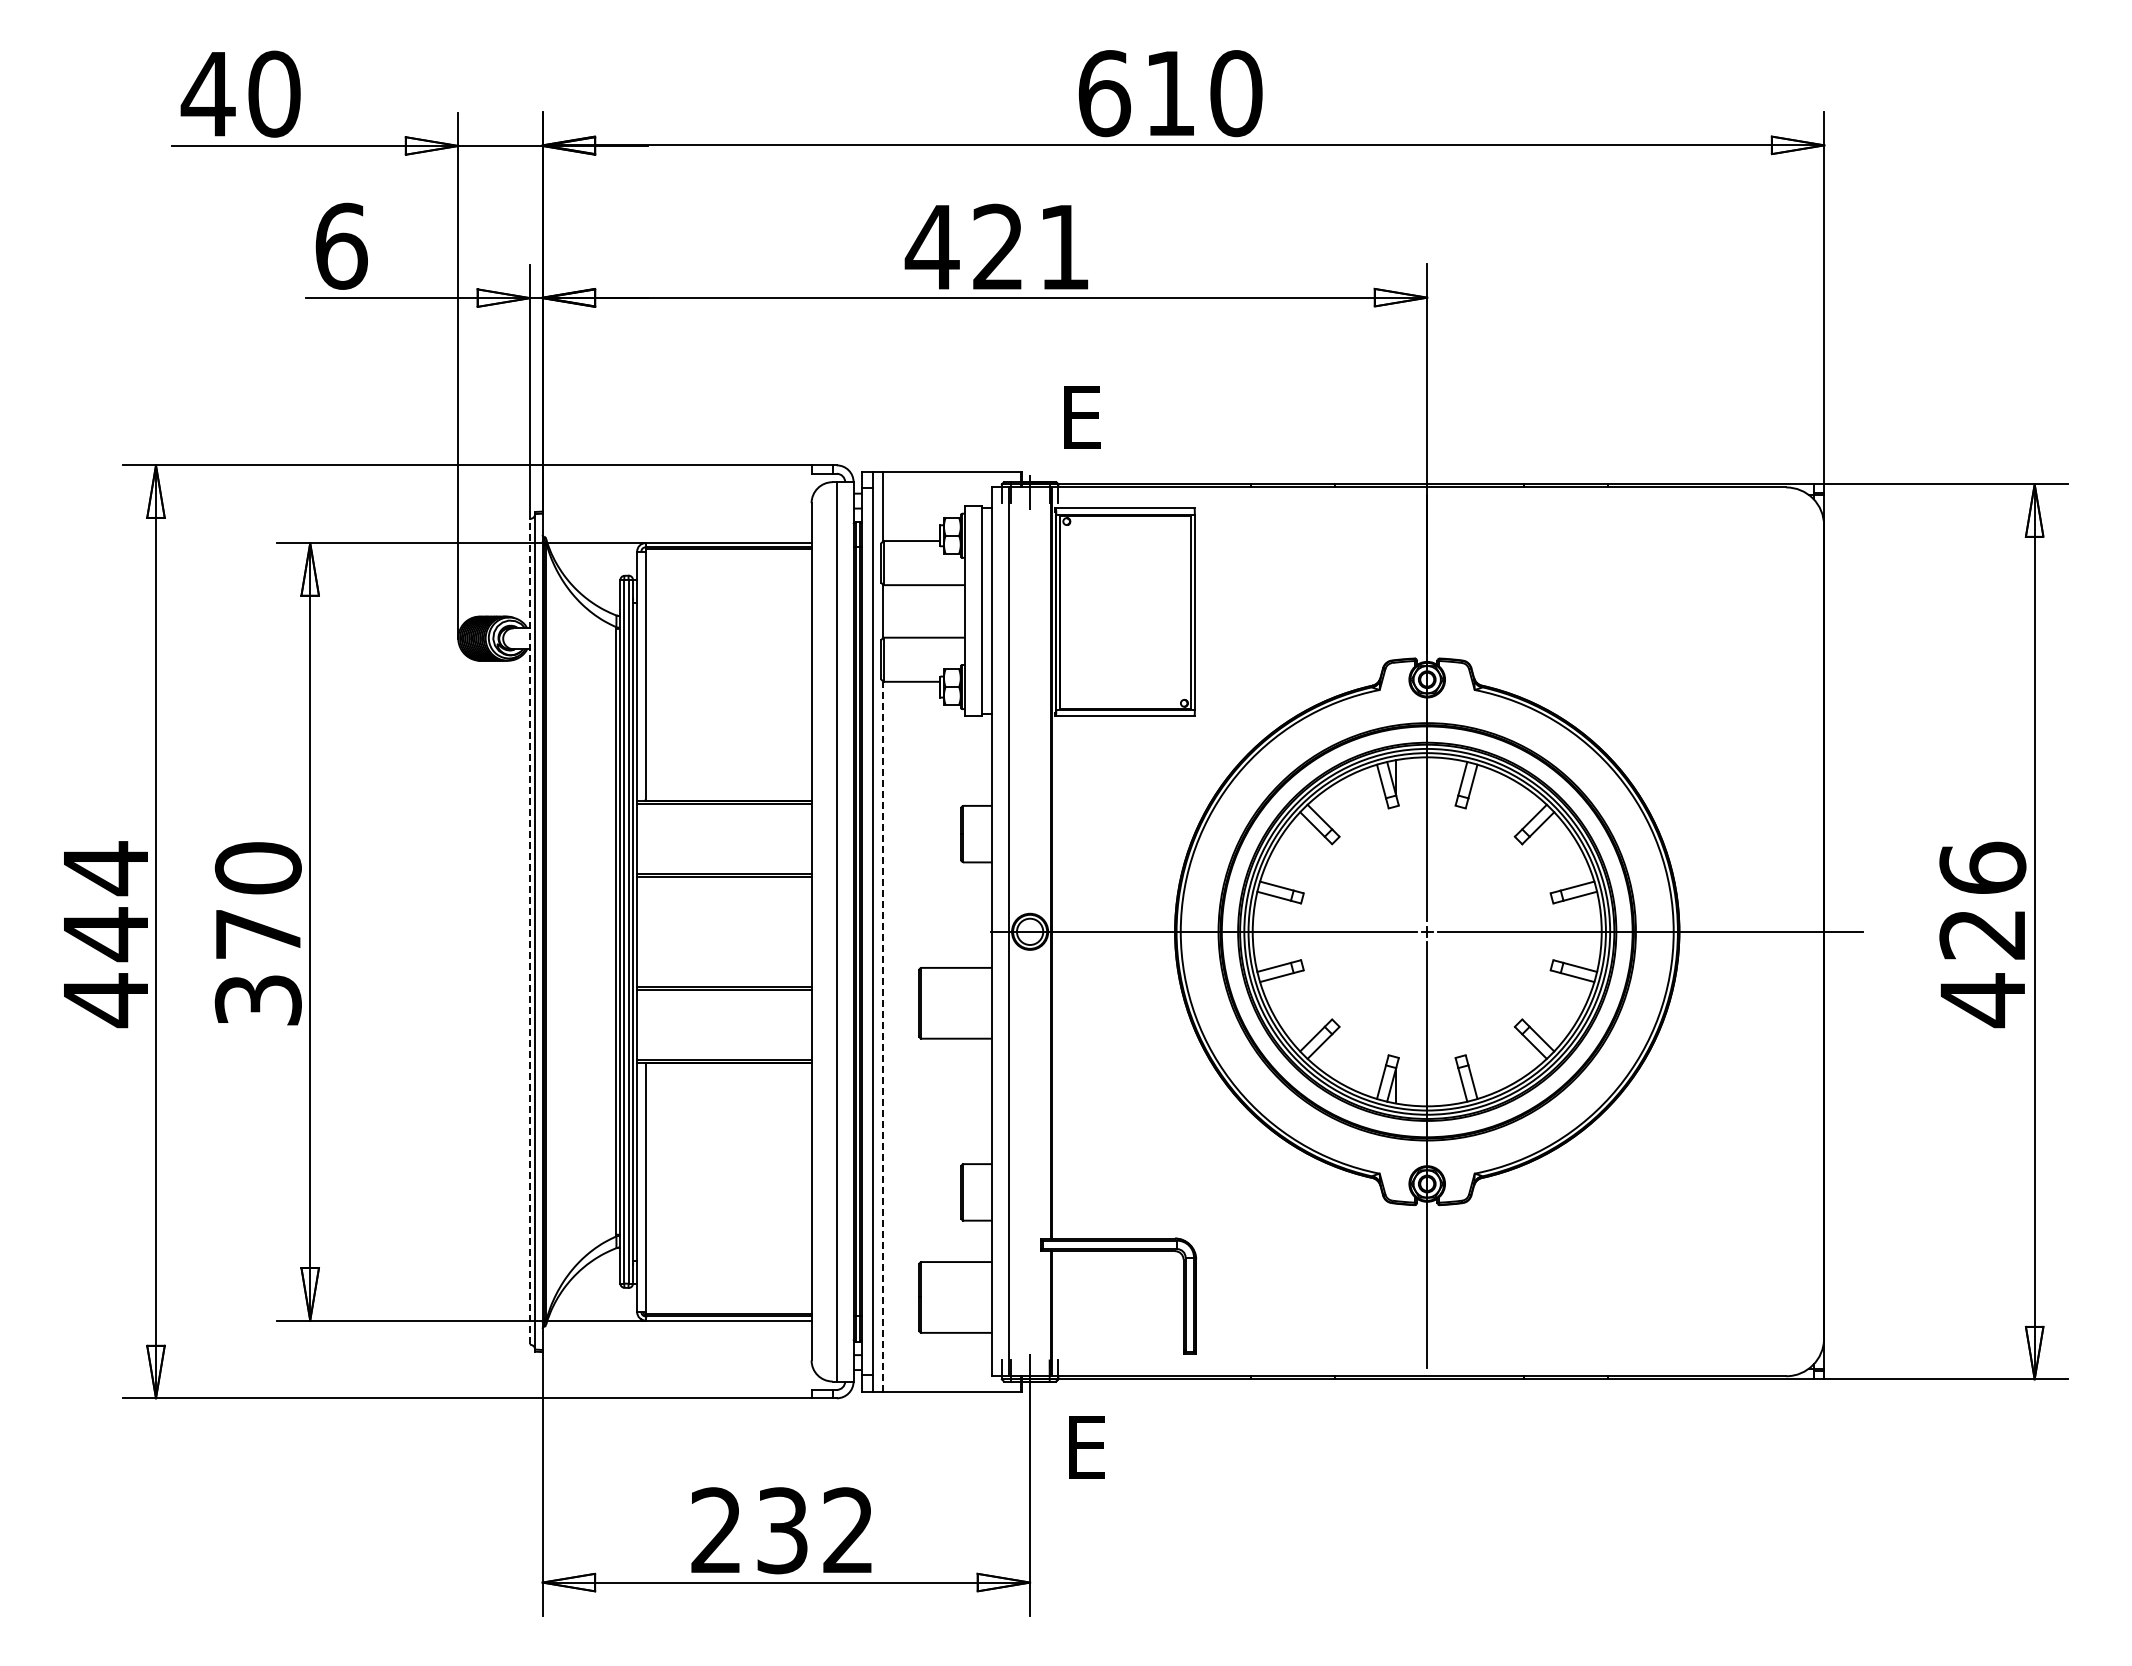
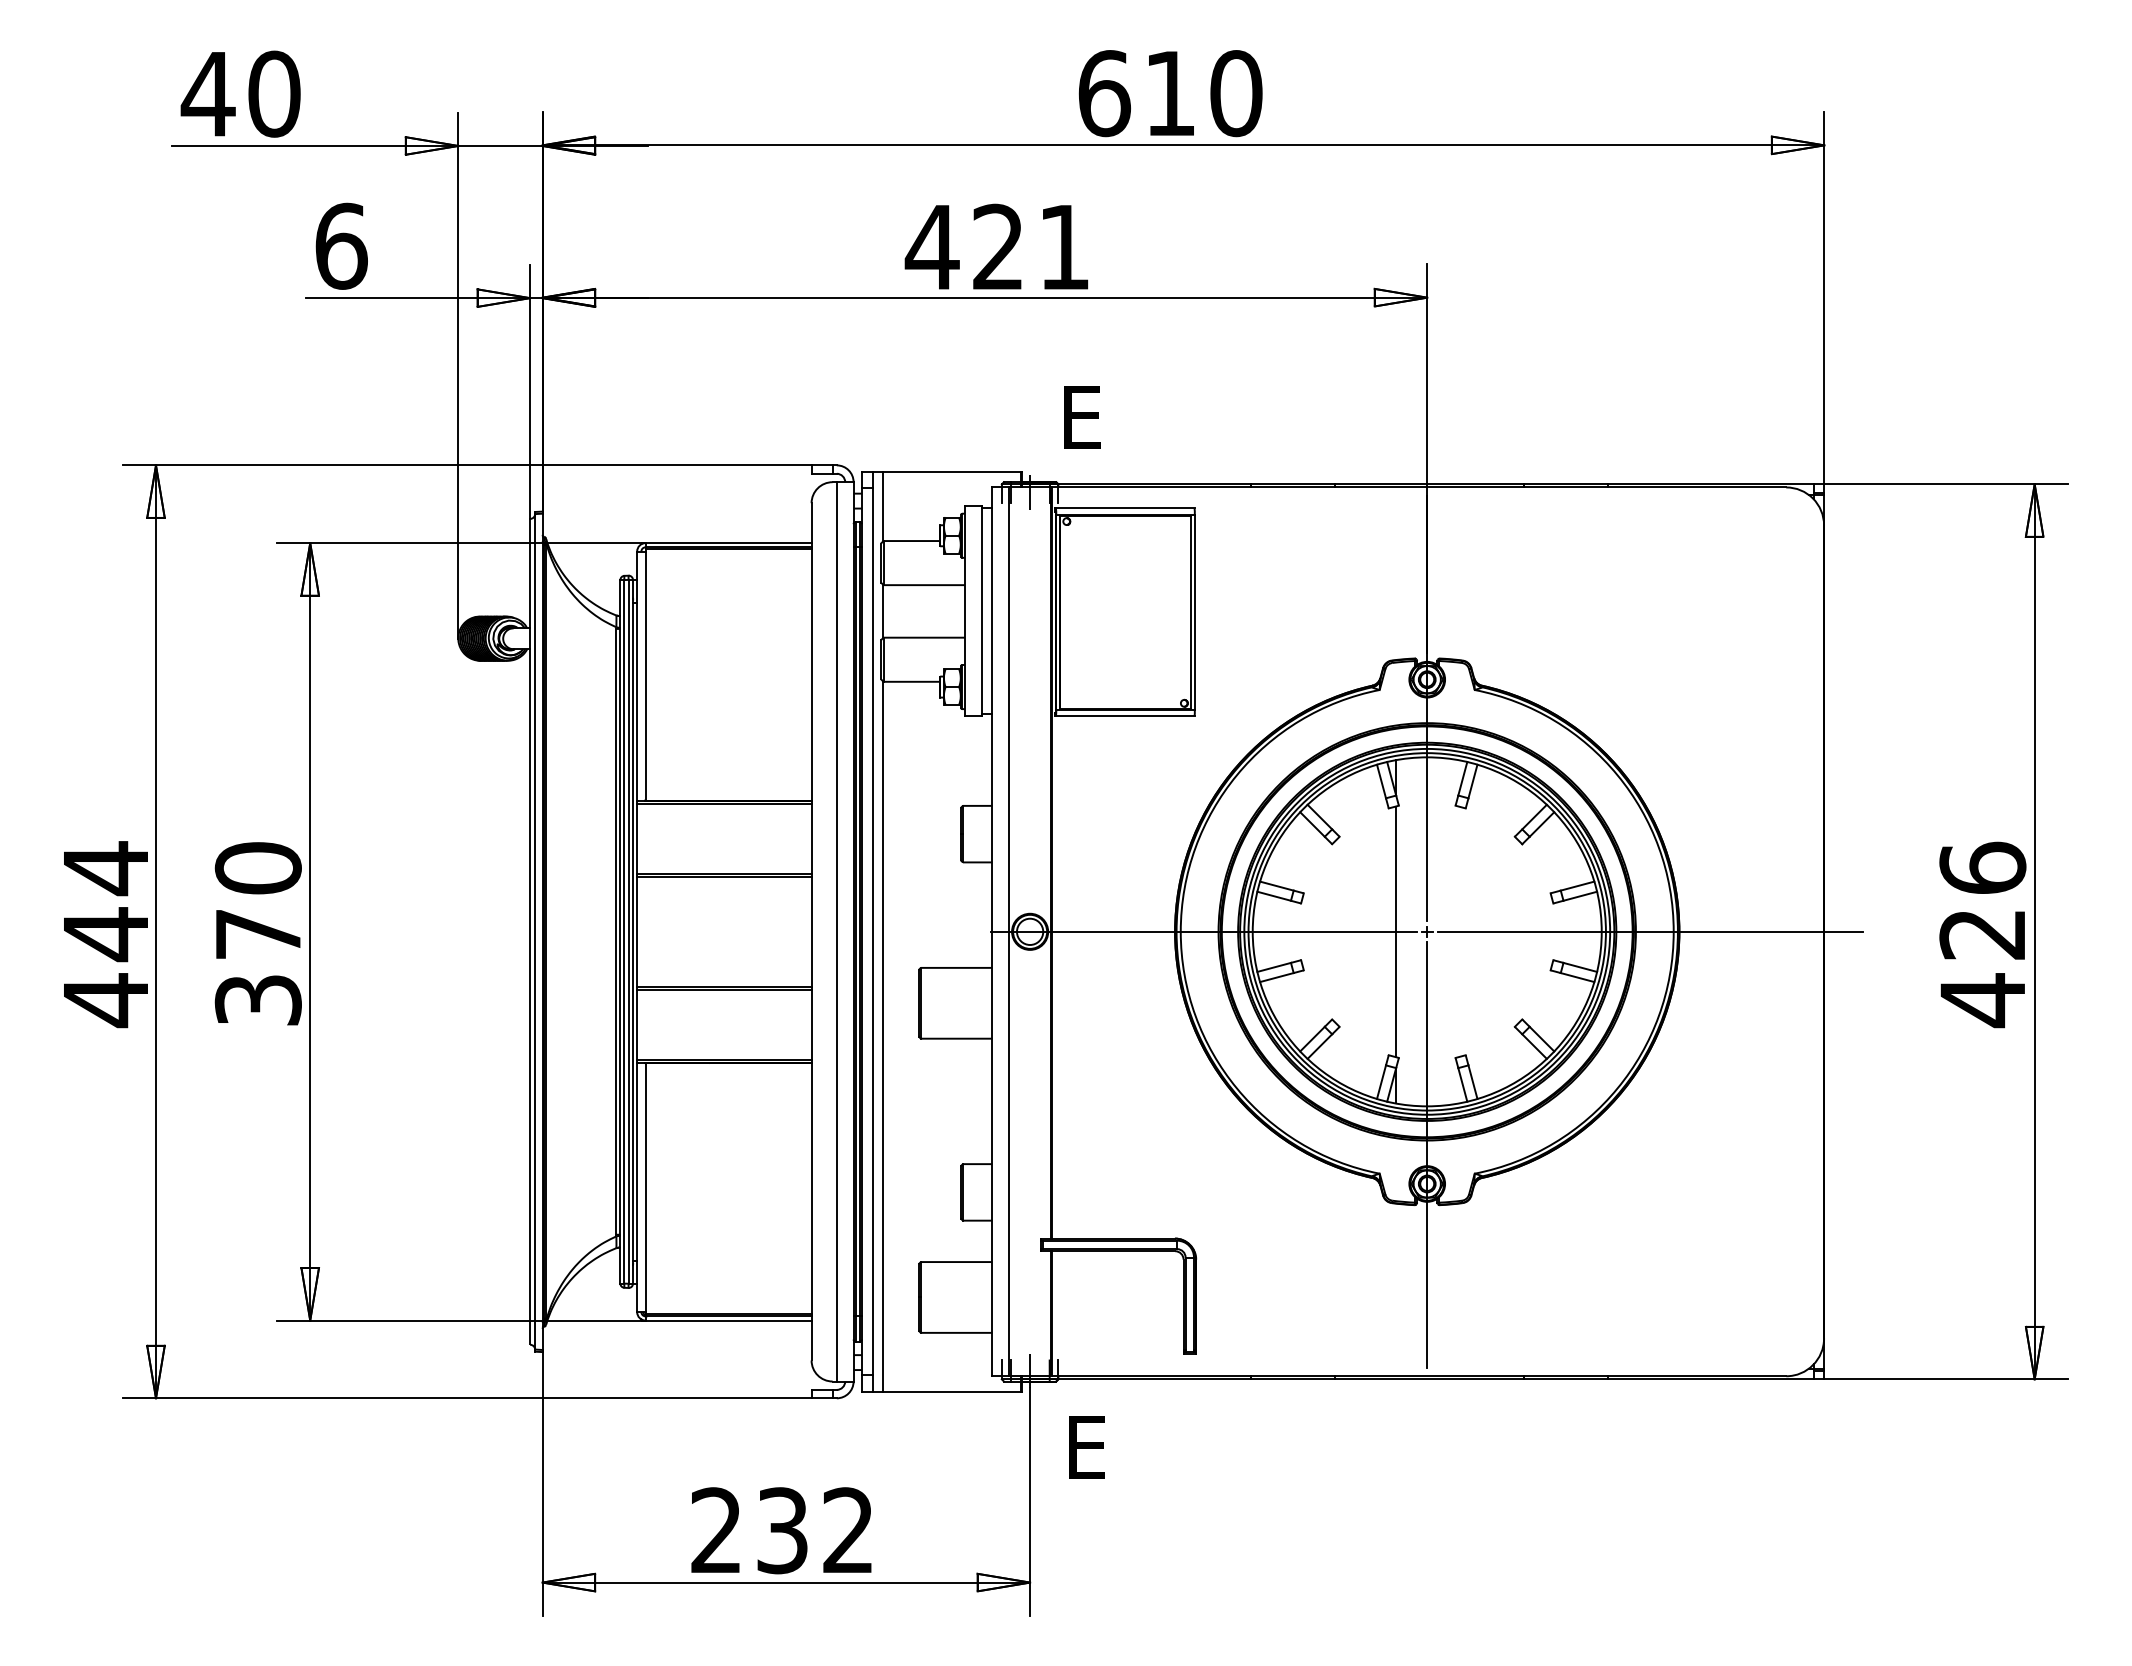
line at (530, 931): dashed -> solid
line at (1395, 931): none -> present
line at (883, 1036): dashed -> solid
